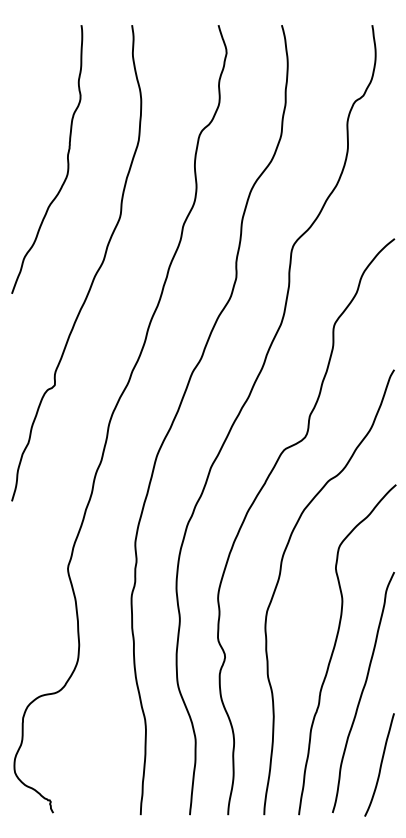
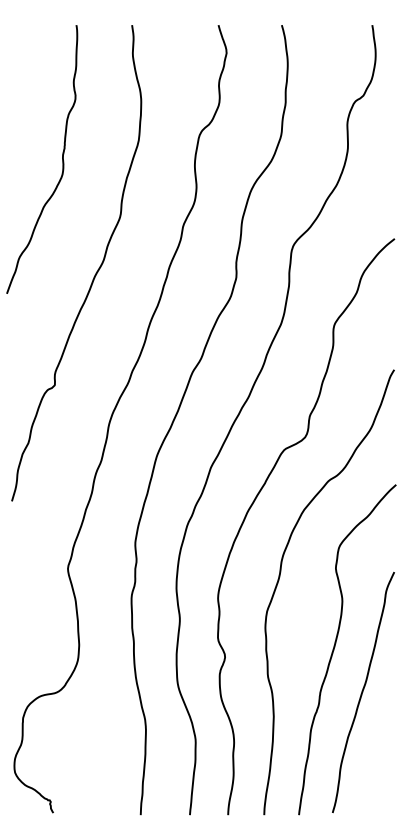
curve at (67, 159) position: (67, 159) -> (62, 159)
curve at (380, 764): present -> none
